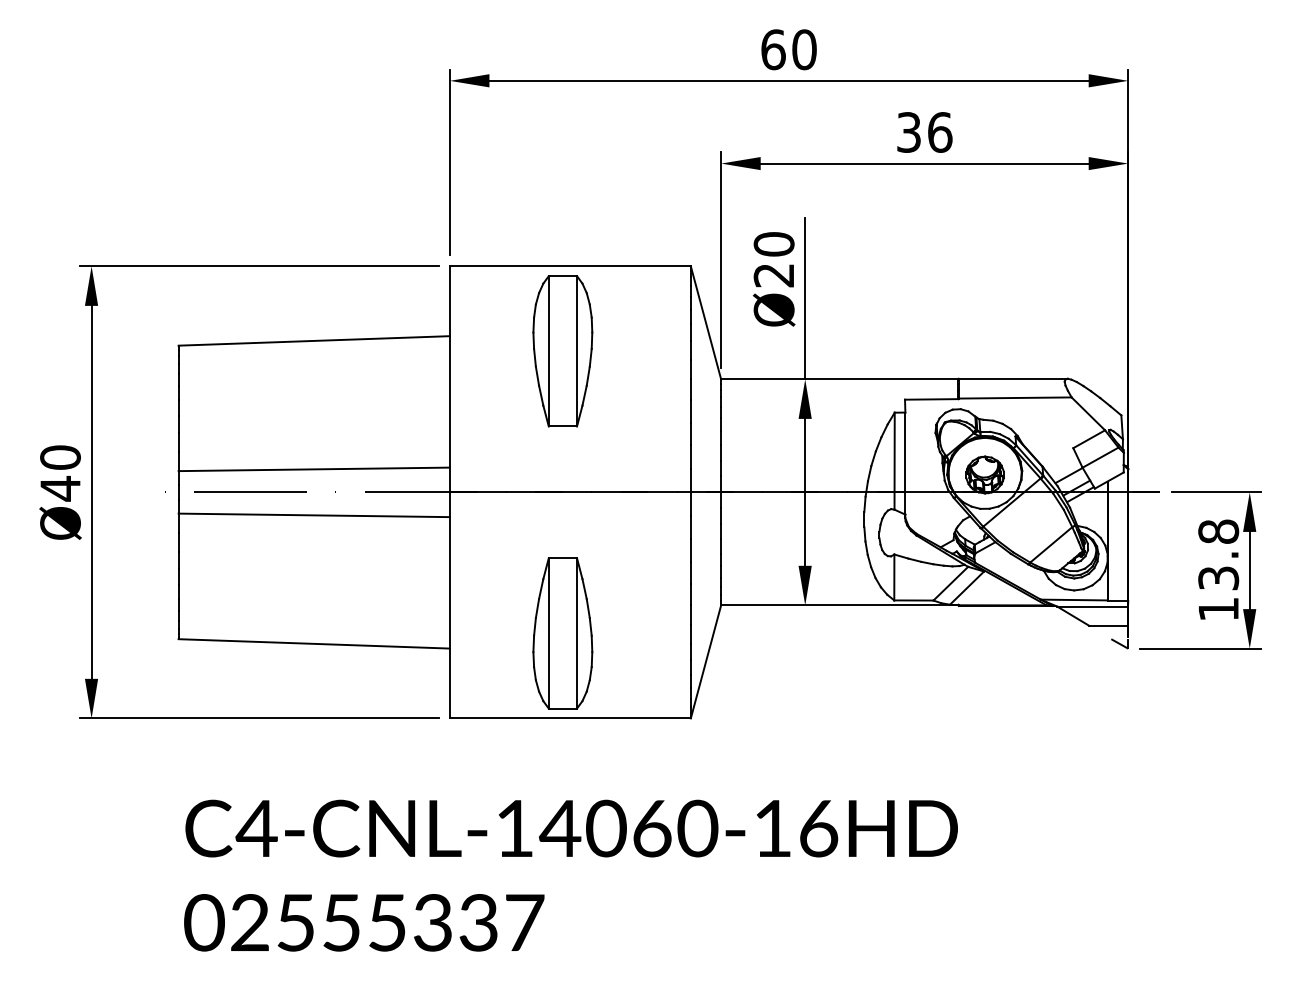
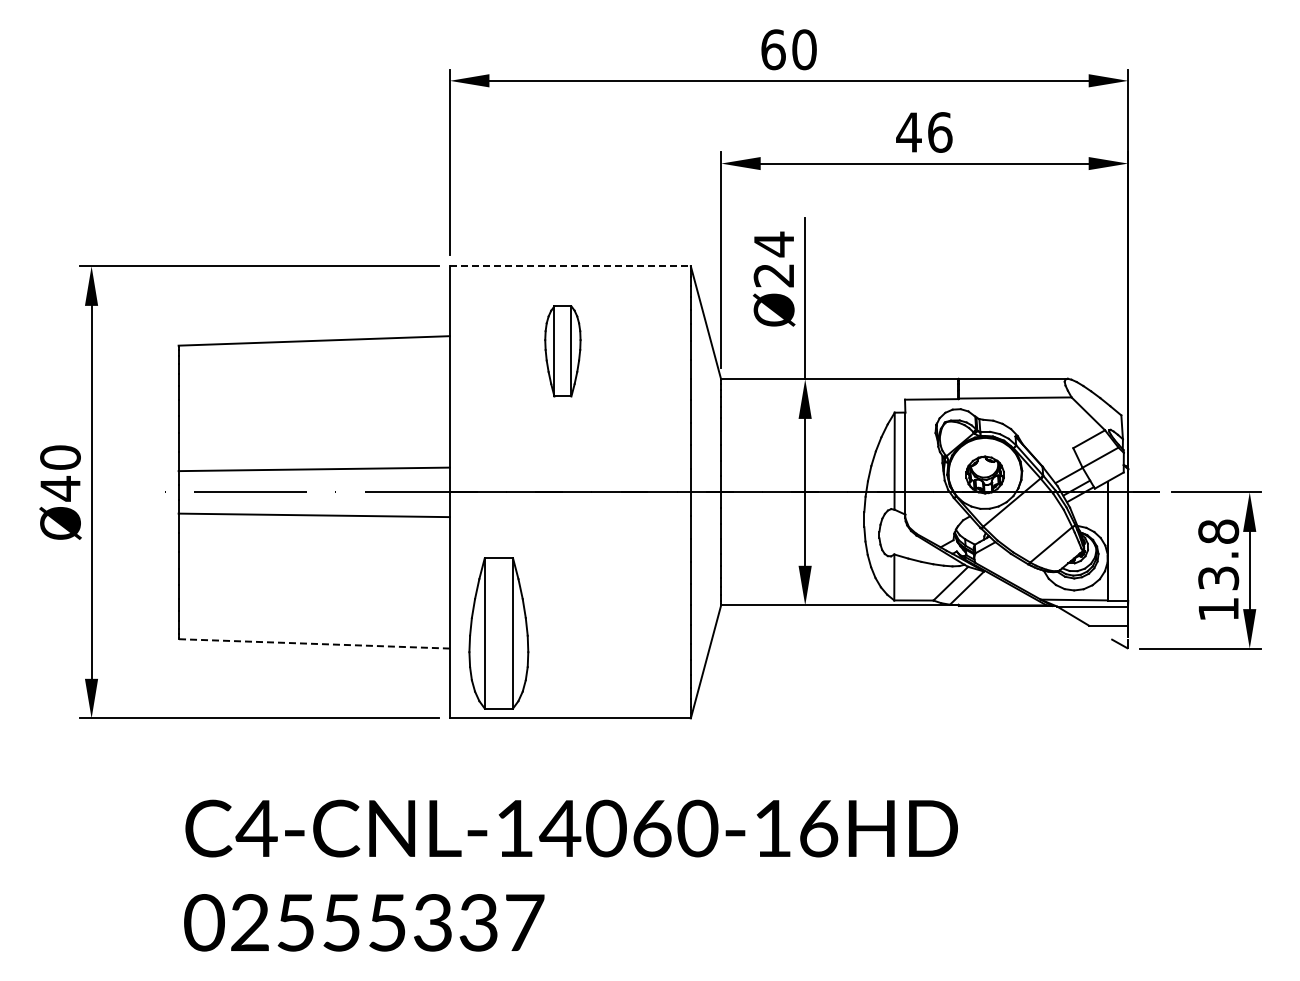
text at (908, 132): 36 -> 46
text at (773, 244): Ø20 -> Ø24
line at (570, 266): solid -> dashed
part at (562, 351) size: 62x153 px -> 38x93 px
part at (562, 633) position: (562, 633) -> (498, 633)
line at (314, 643): solid -> dashed
